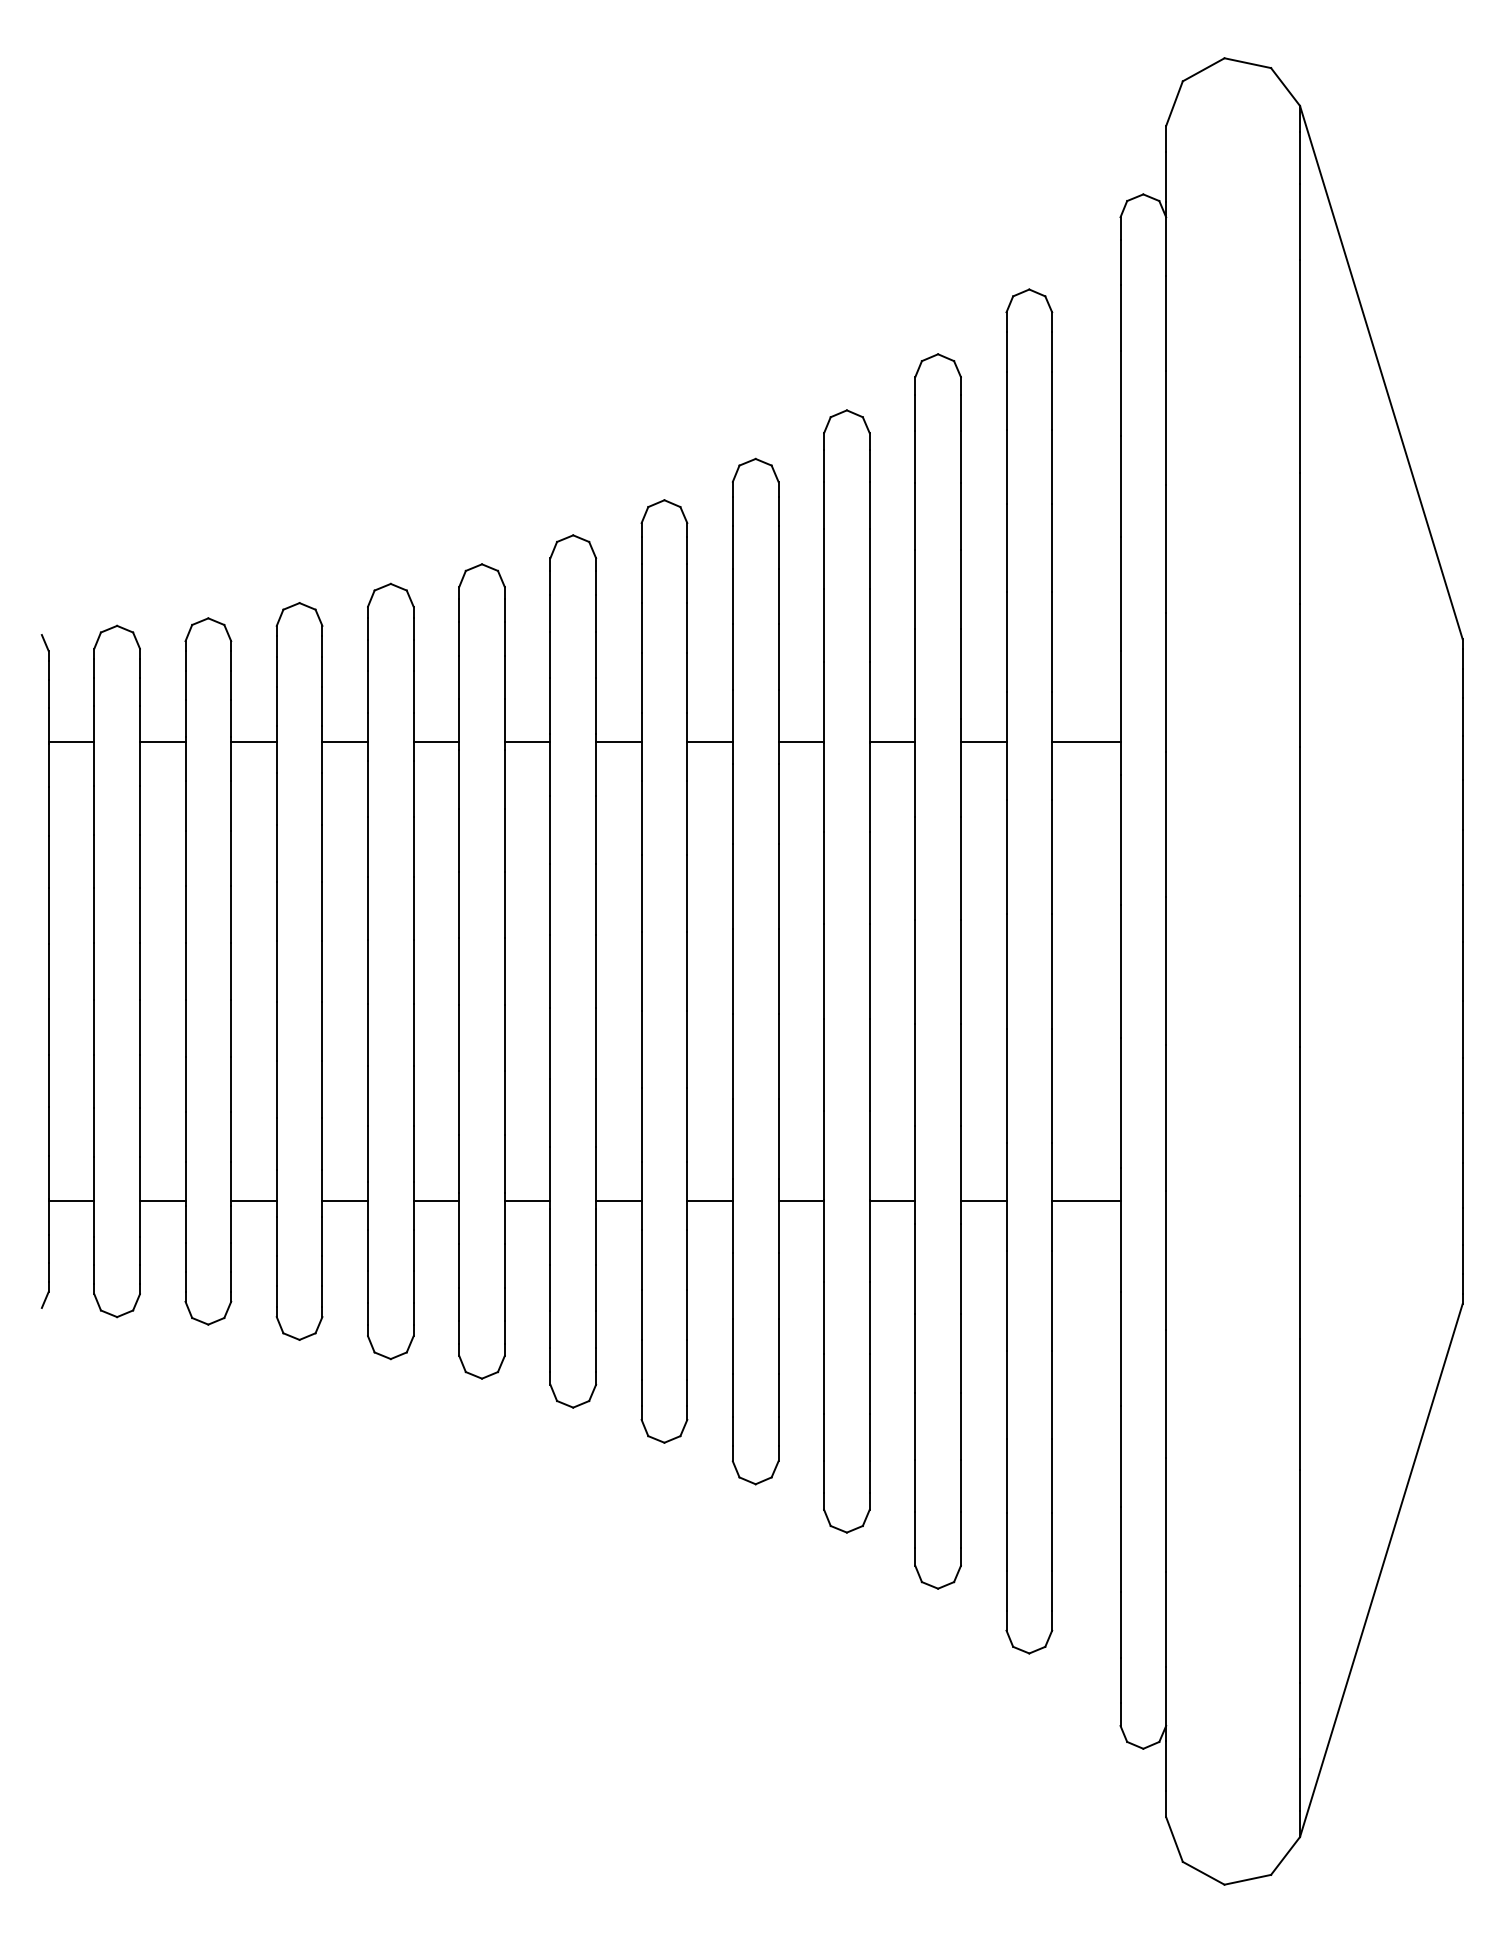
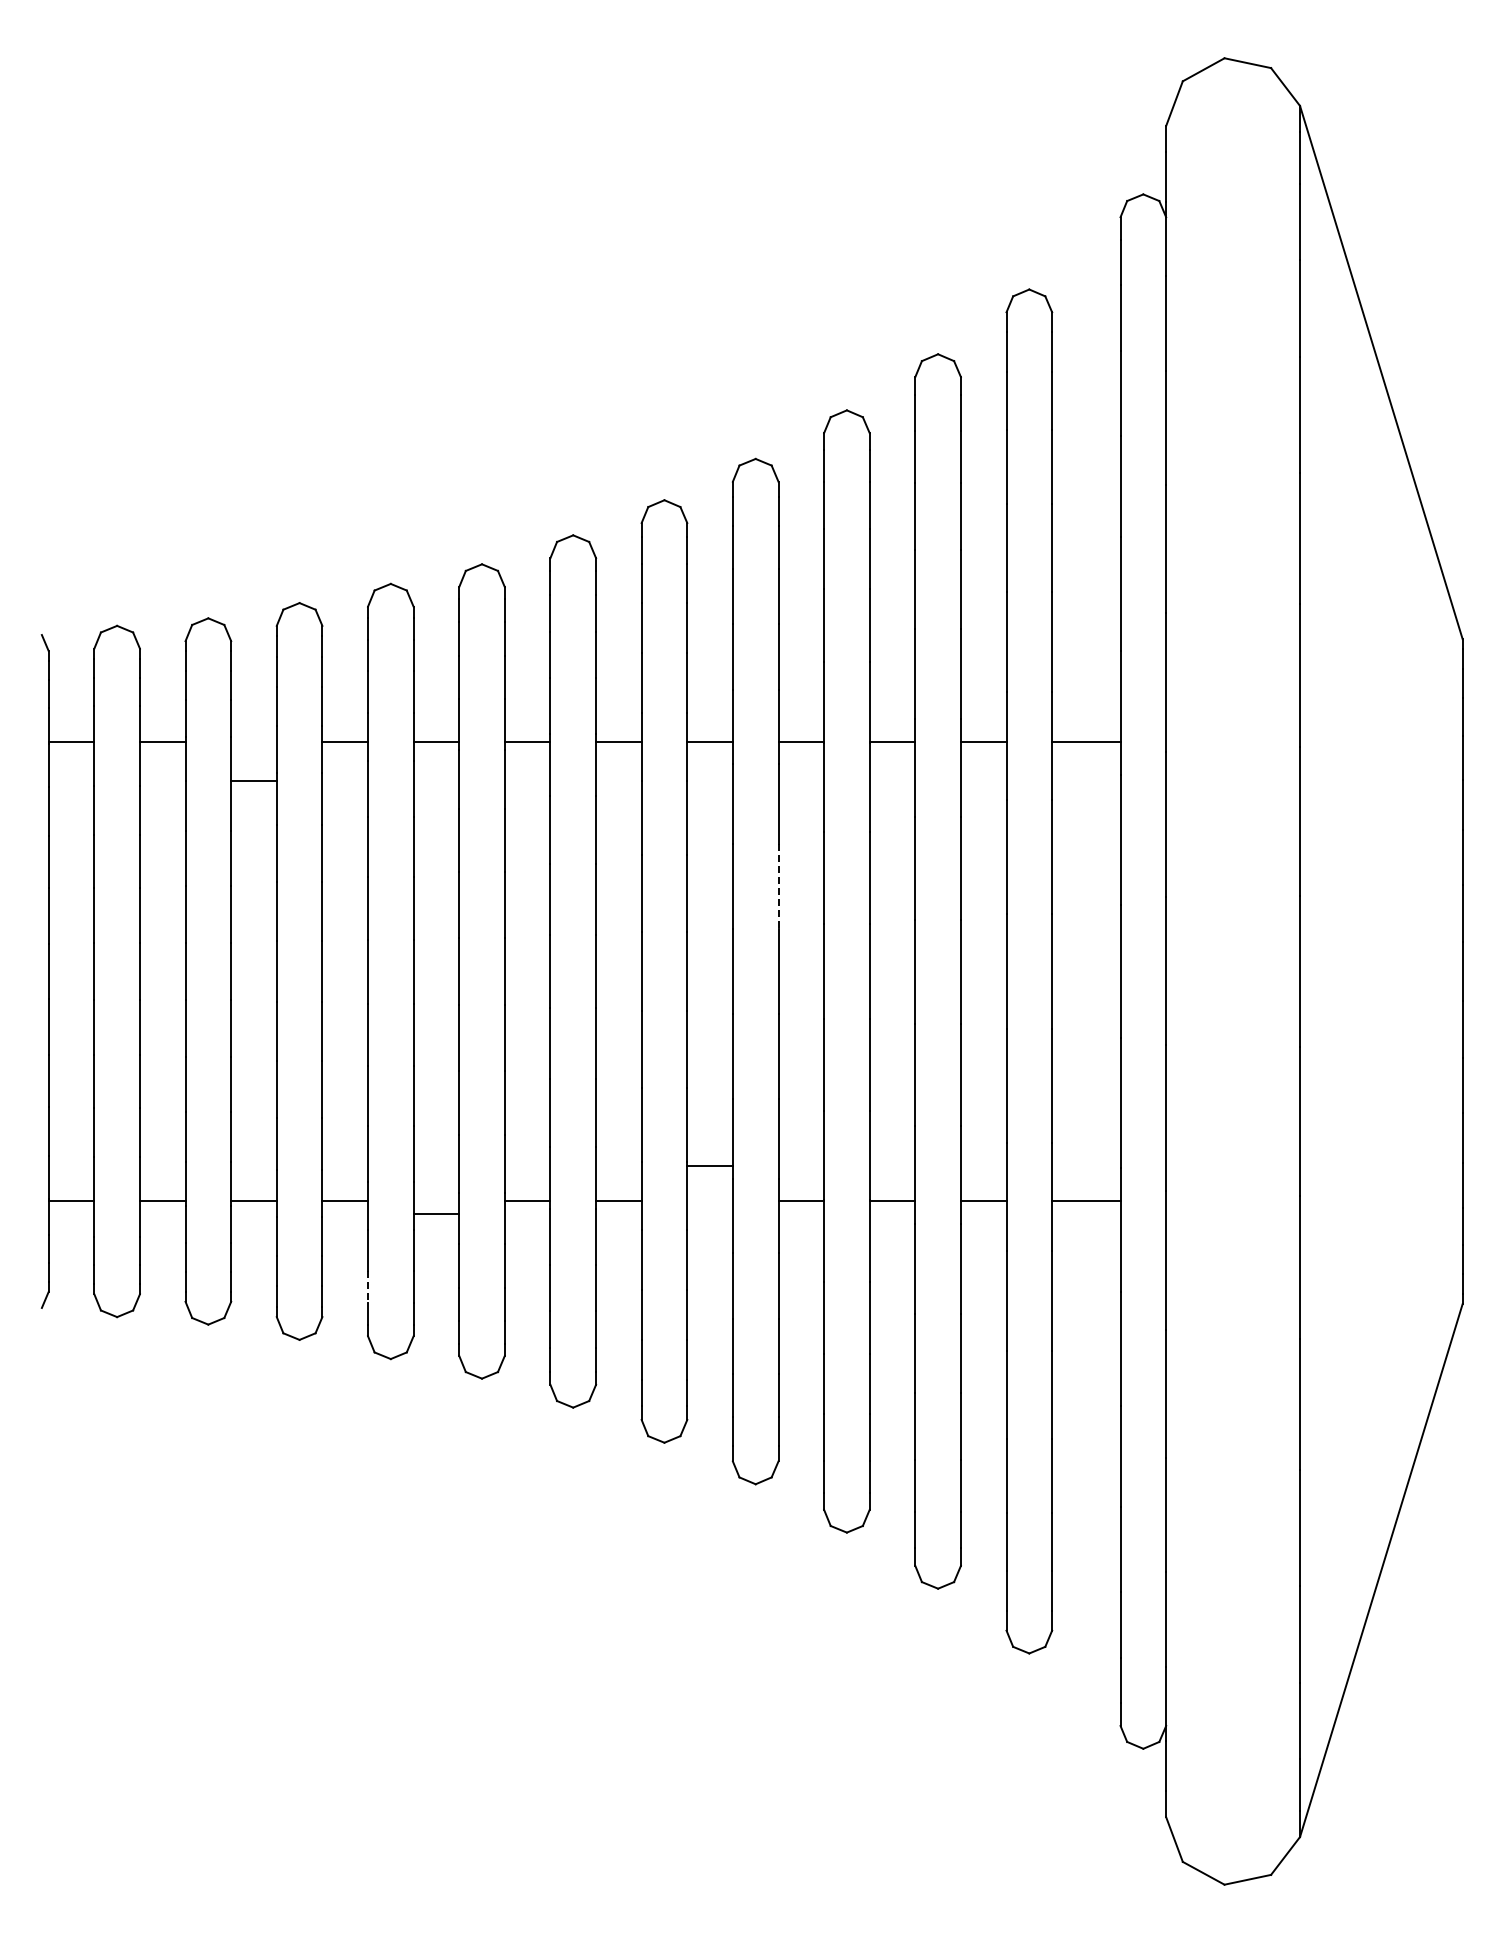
line at (253, 741) position: (253, 741) -> (253, 780)
line at (778, 887): solid -> dashed
line at (436, 1201) position: (436, 1201) -> (436, 1214)
line at (709, 1201) position: (709, 1201) -> (709, 1166)
line at (368, 1287): solid -> dashed
